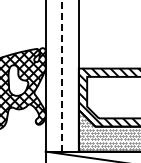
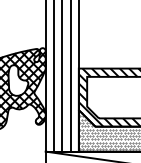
line at (62, 75): dashed -> solid
line at (53, 76): none -> present
line at (70, 76): none -> present
